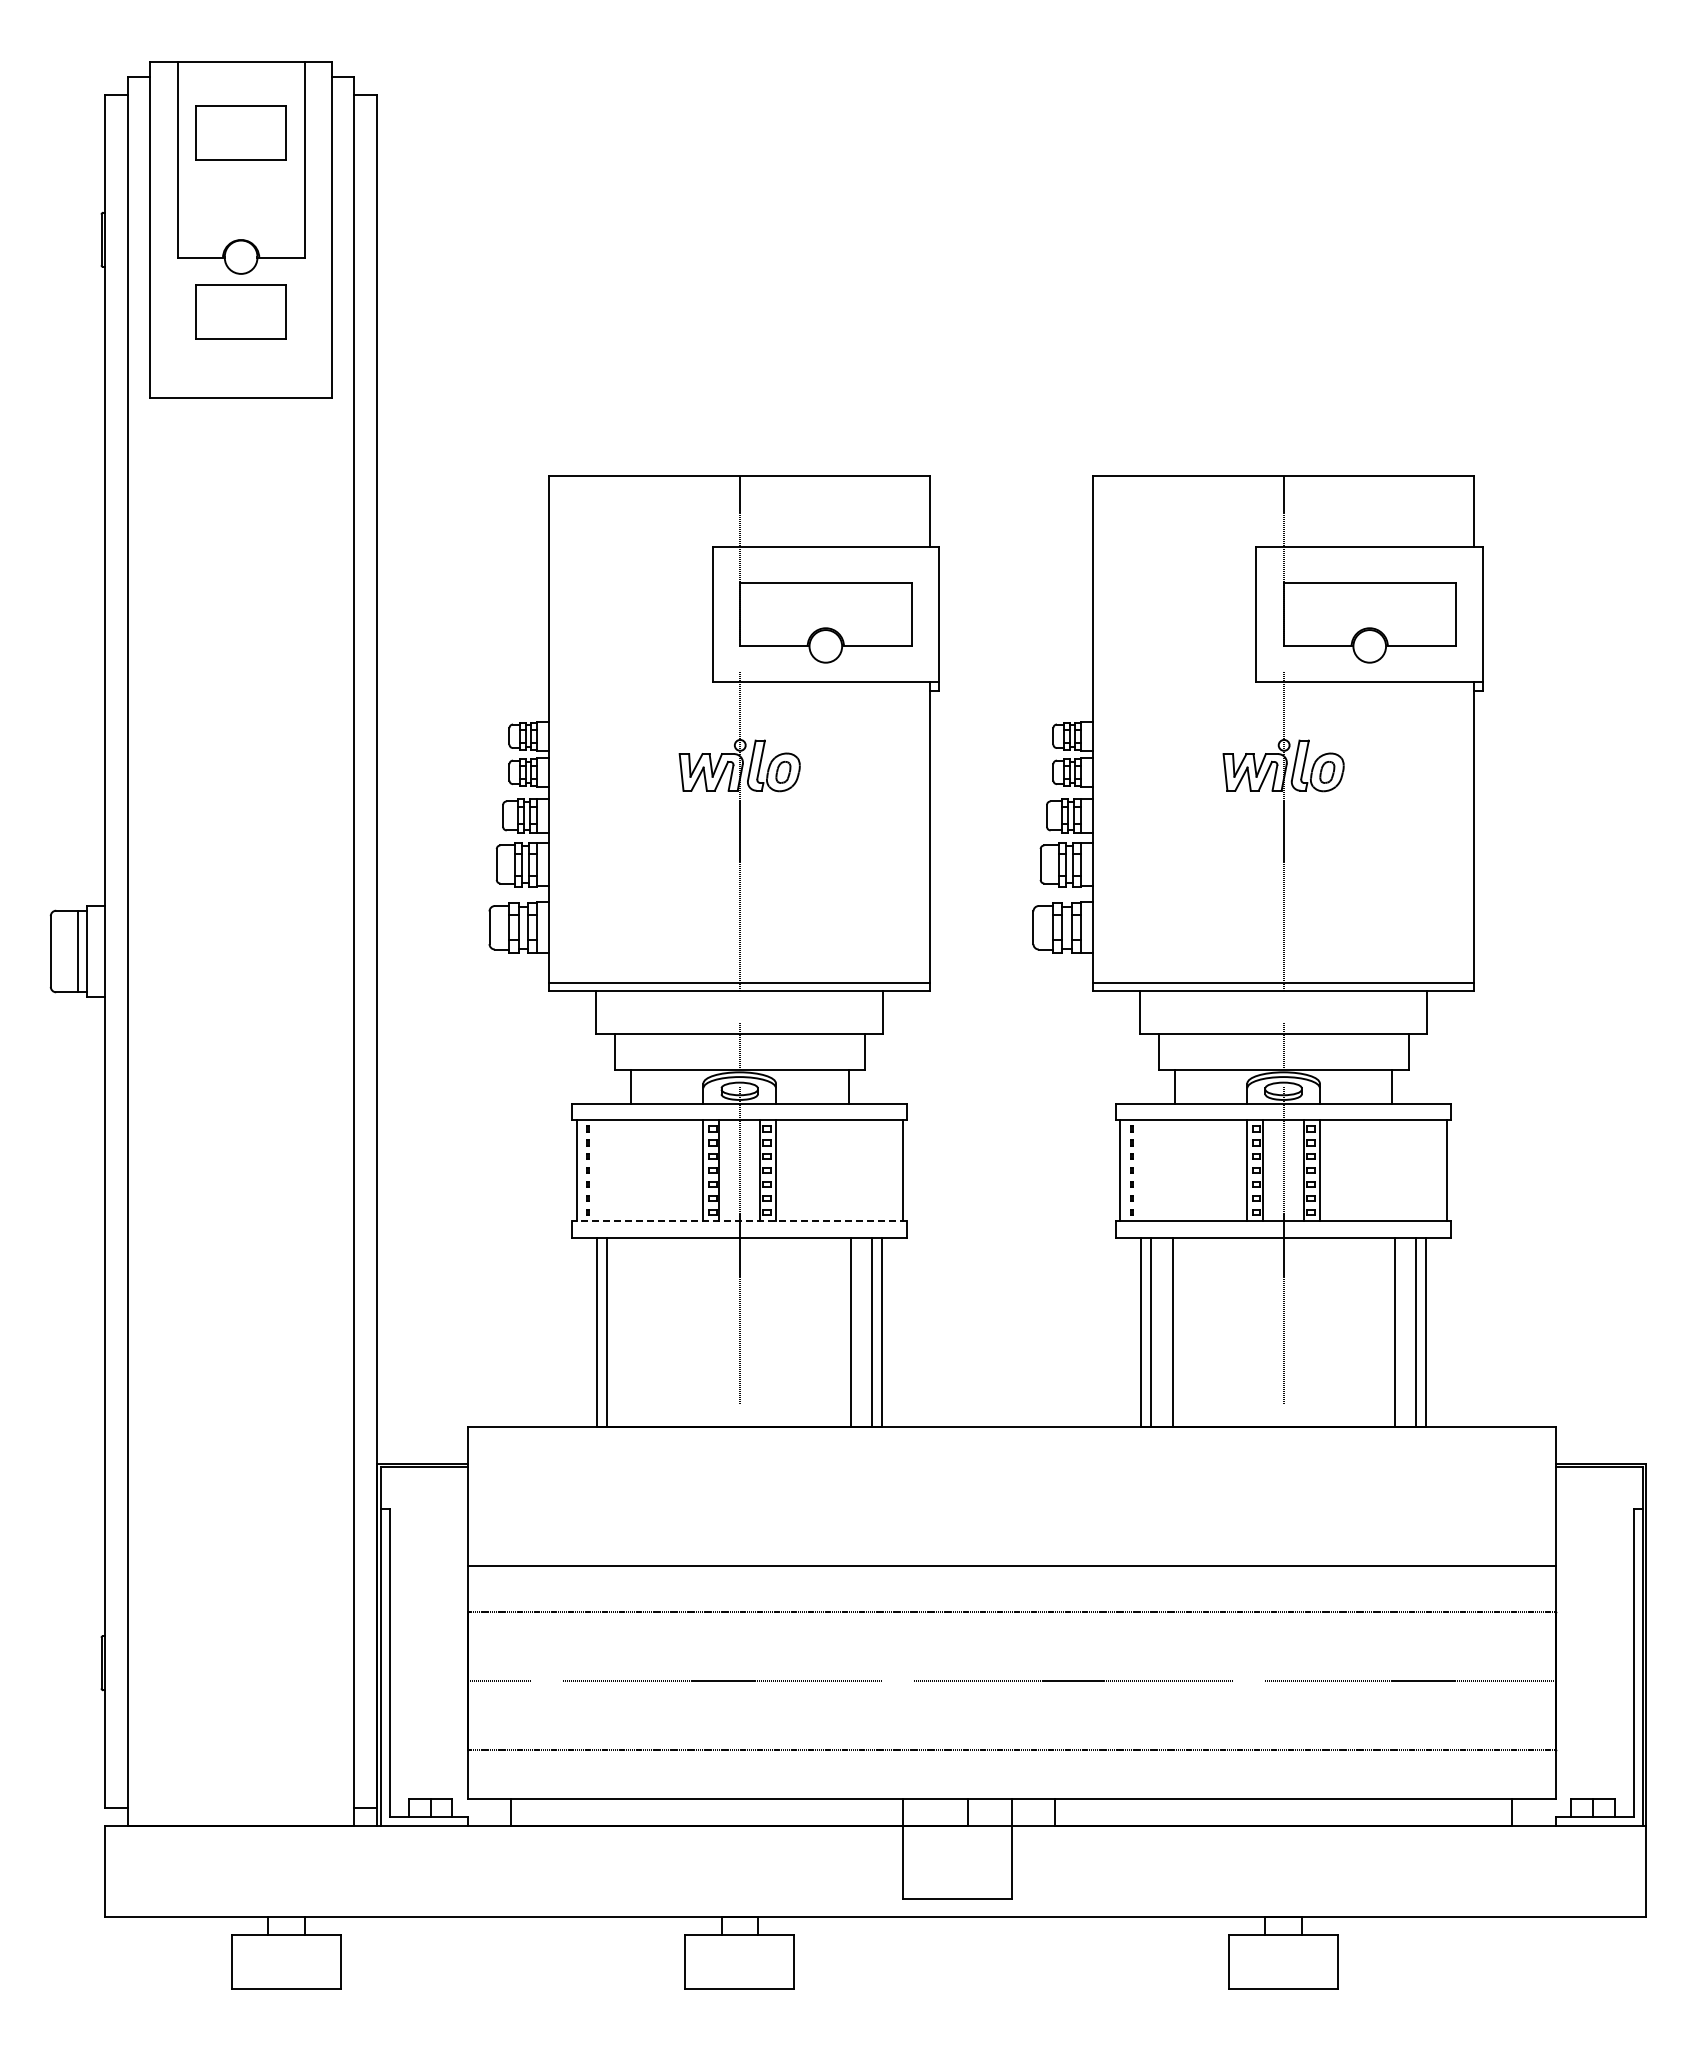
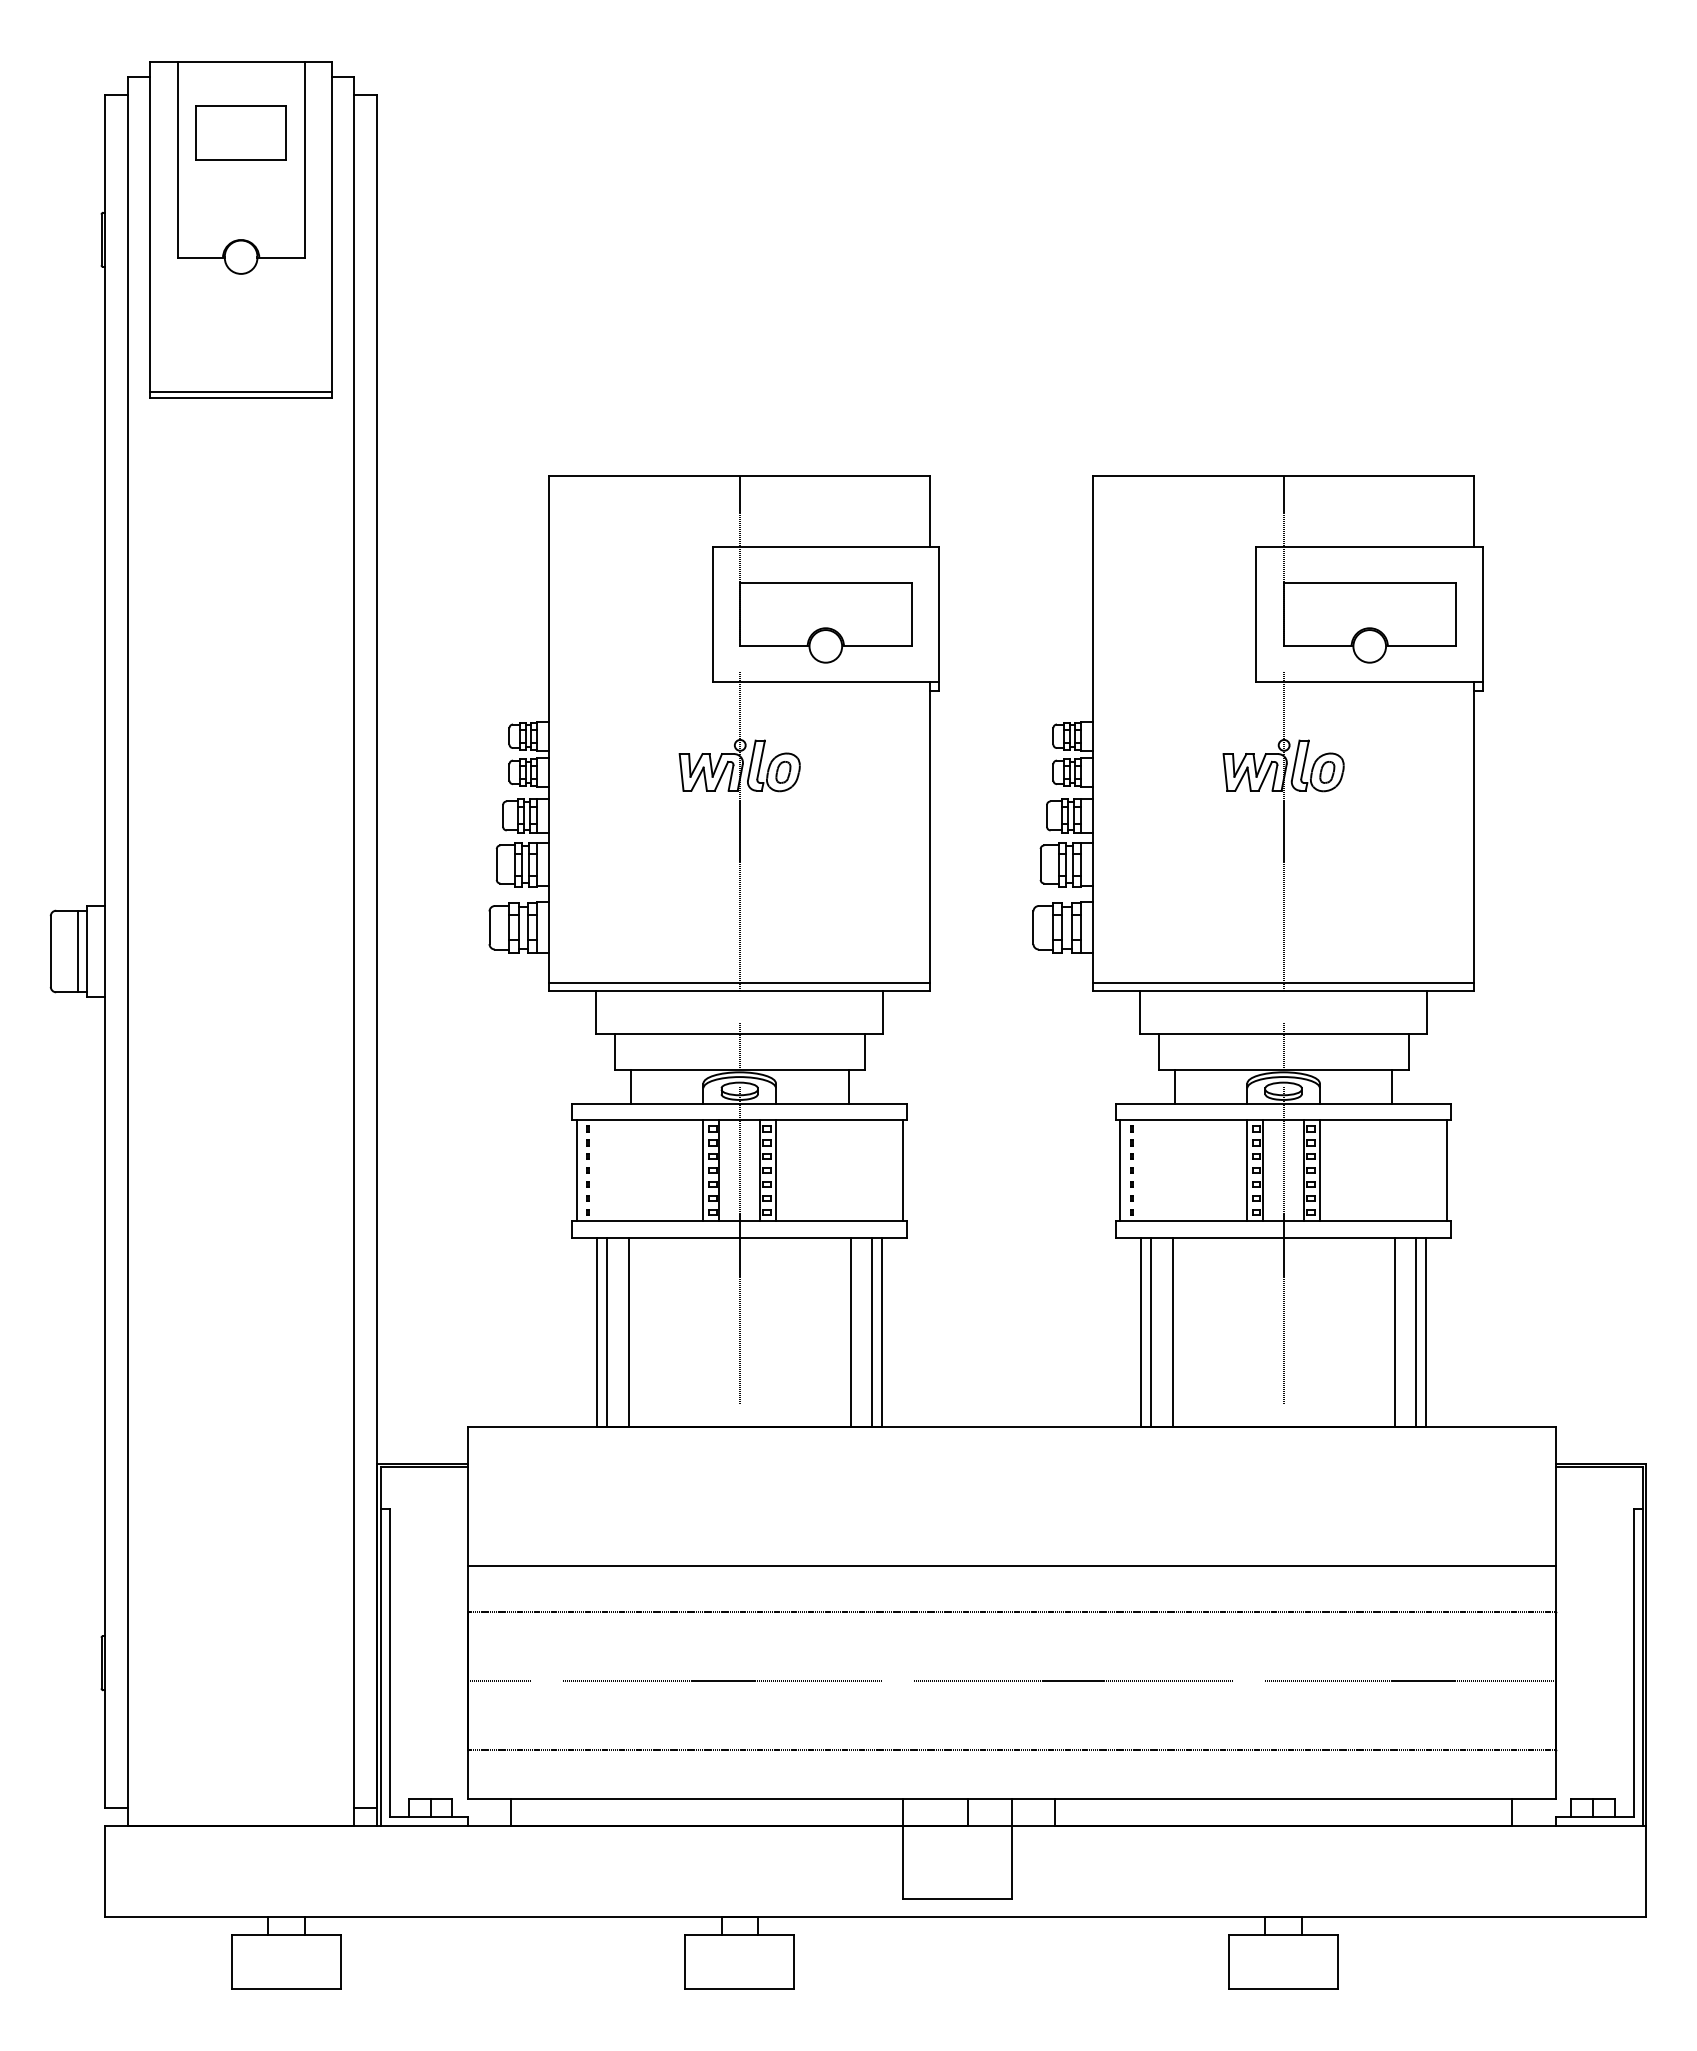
part at (240, 311): present -> none
line at (240, 391): none -> present
line at (739, 1220): dashed -> solid
line at (628, 1332): none -> present
